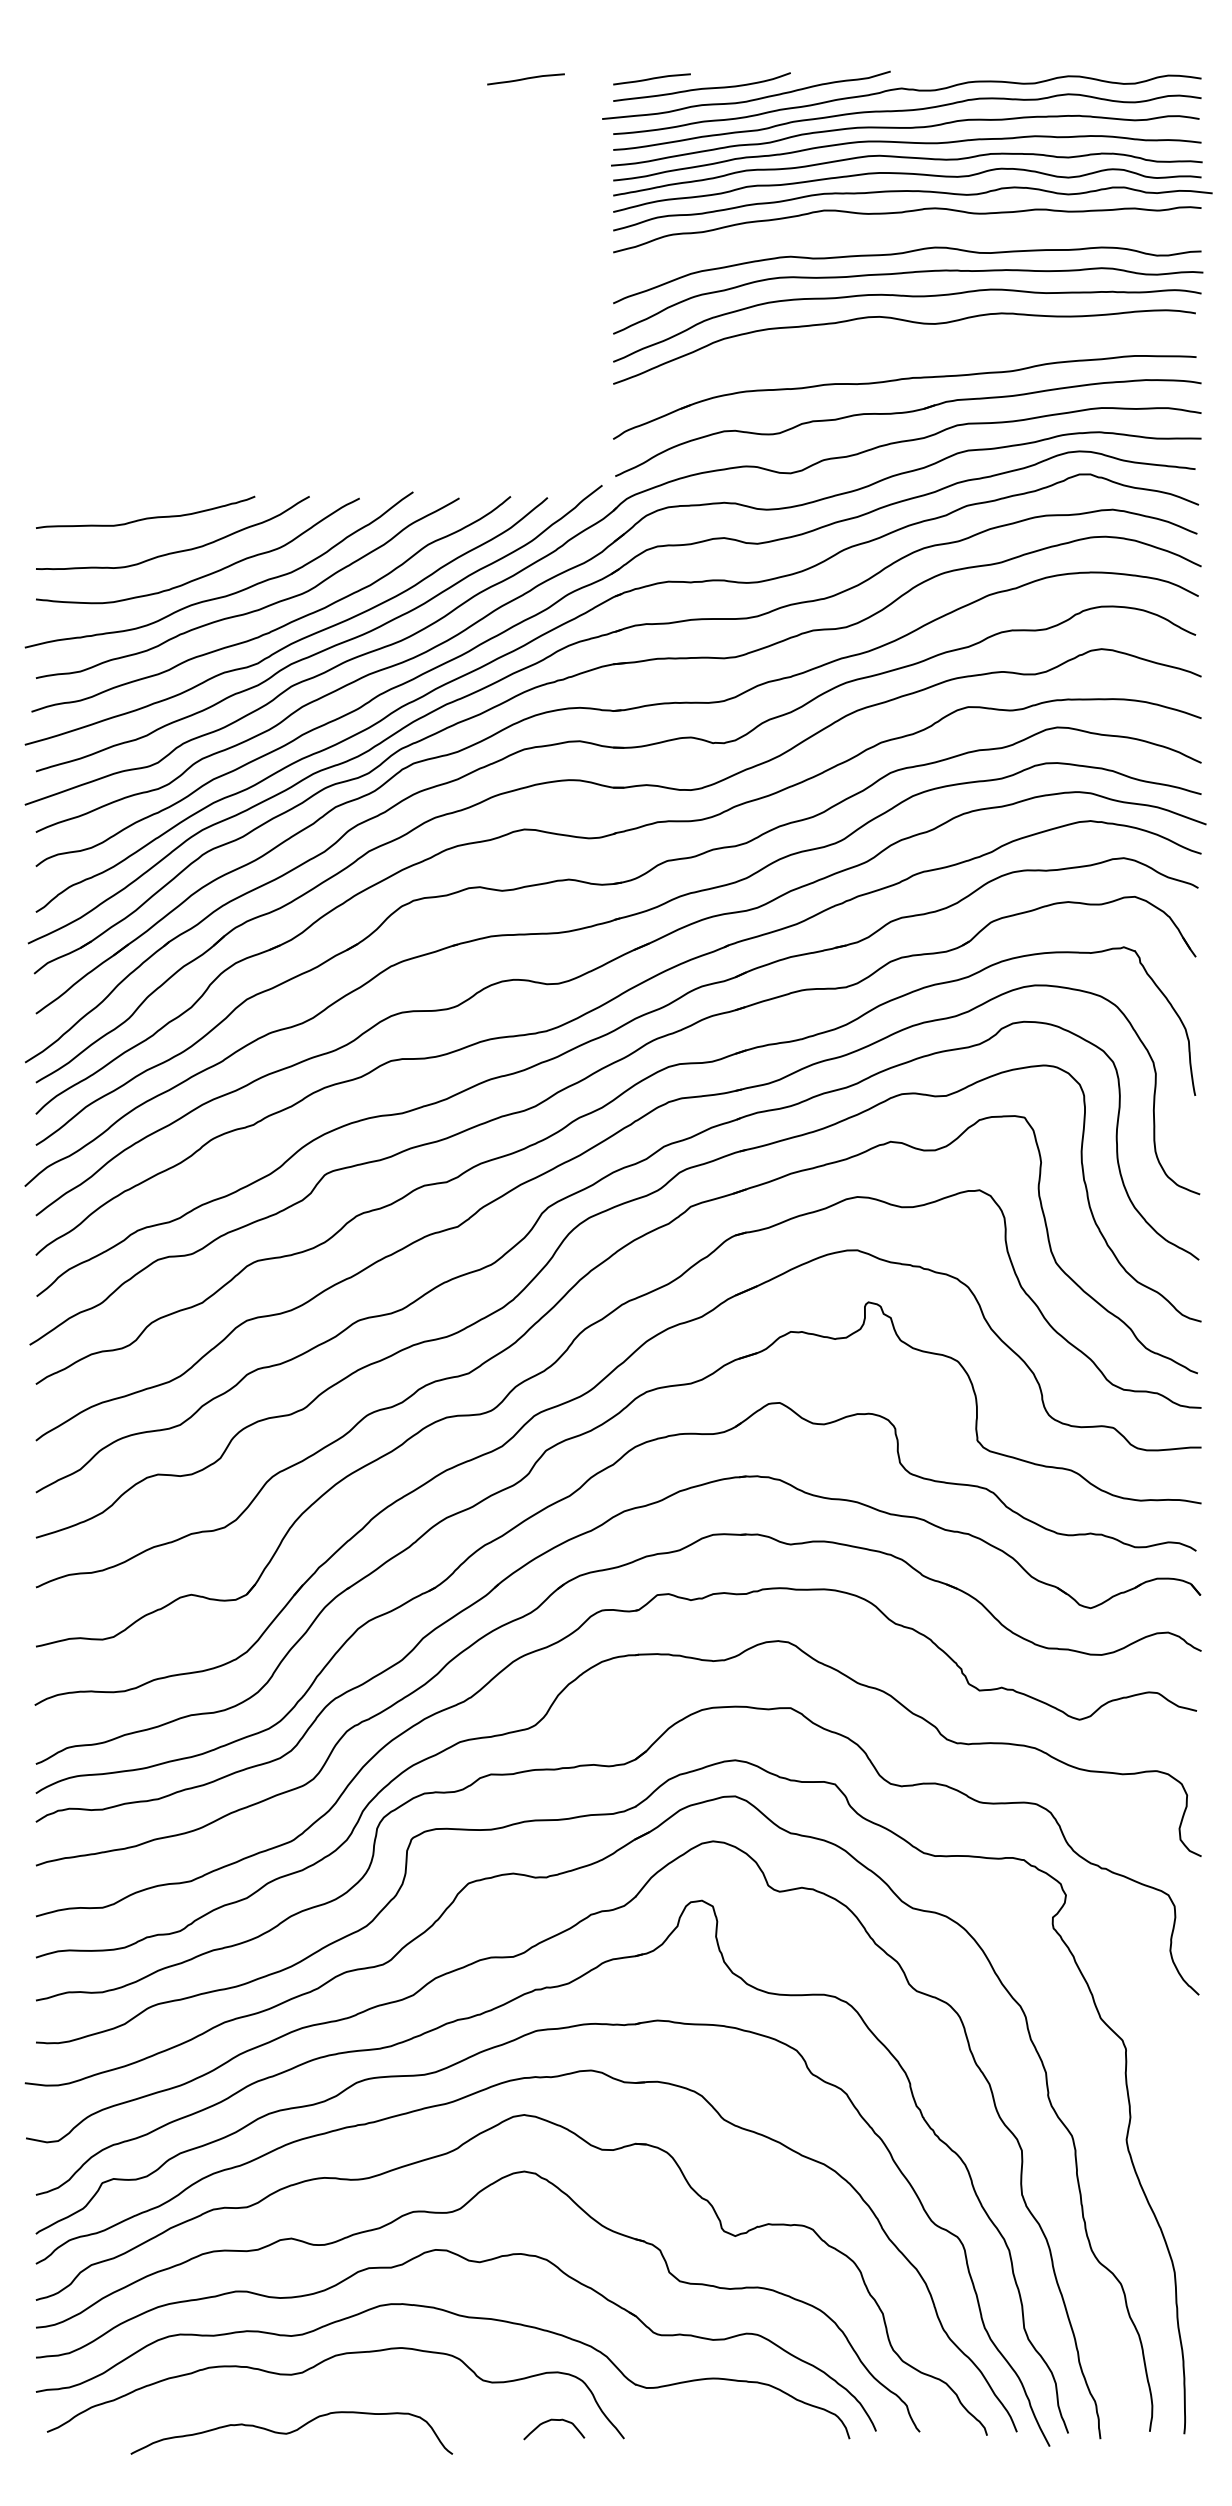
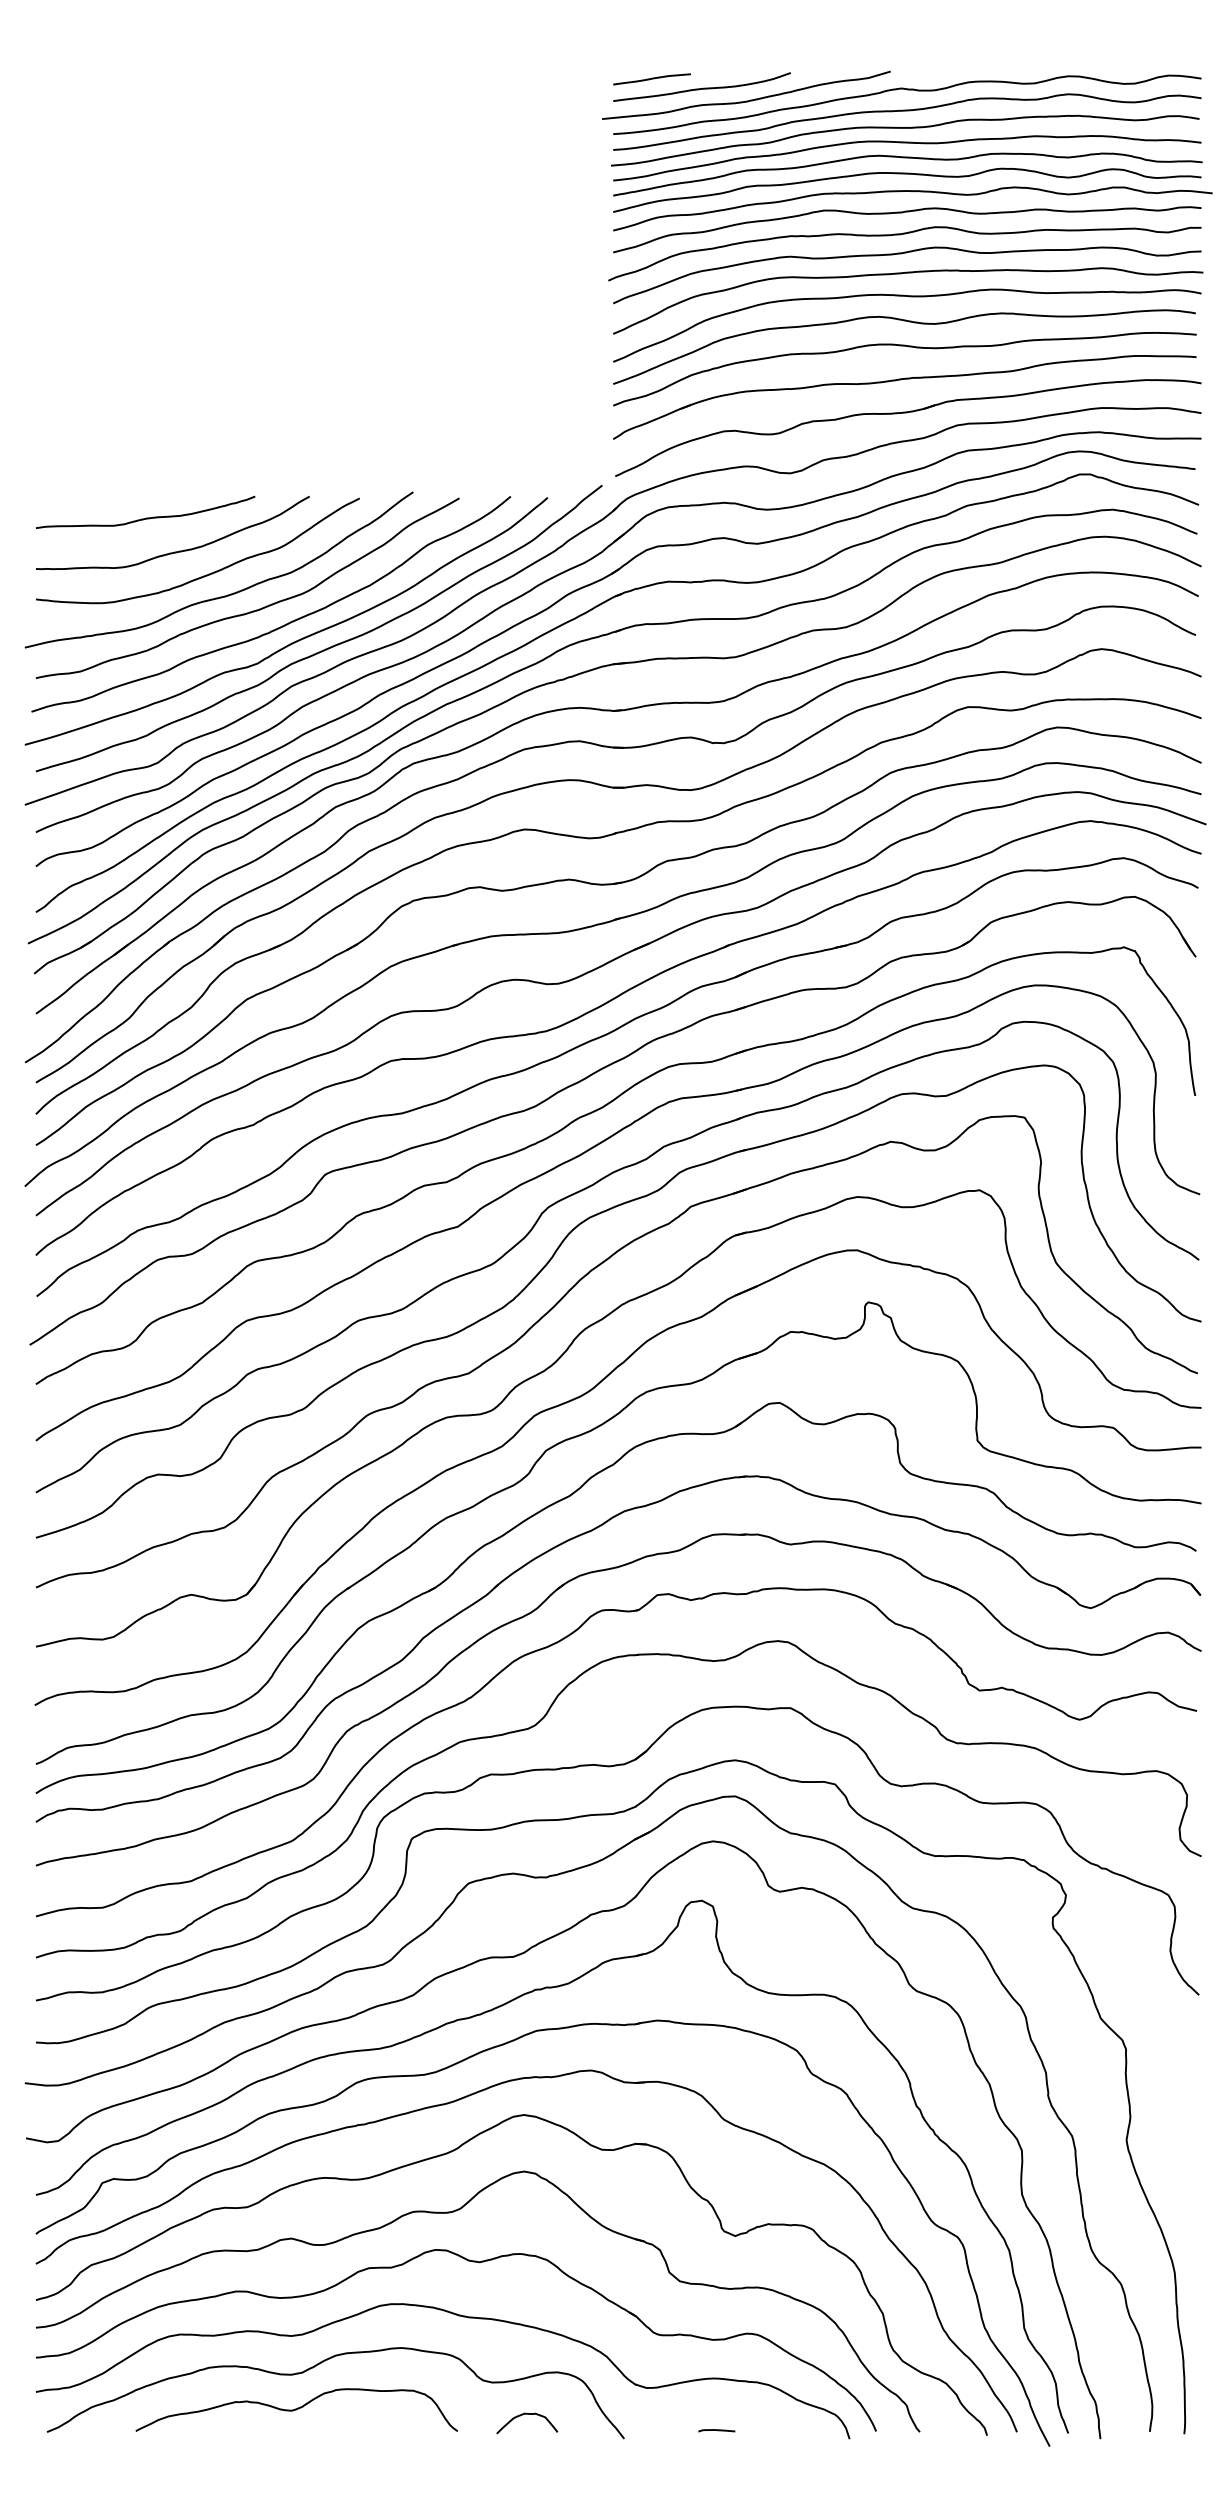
curve at (525, 79): present -> none
curve at (900, 235): none -> present
curve at (908, 347): none -> present
curve at (554, 2420) position: (554, 2420) -> (527, 2414)
curve at (716, 2430): none -> present
curve at (291, 2432) position: (291, 2432) -> (296, 2409)
